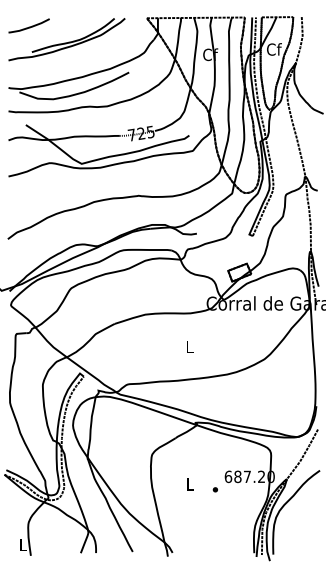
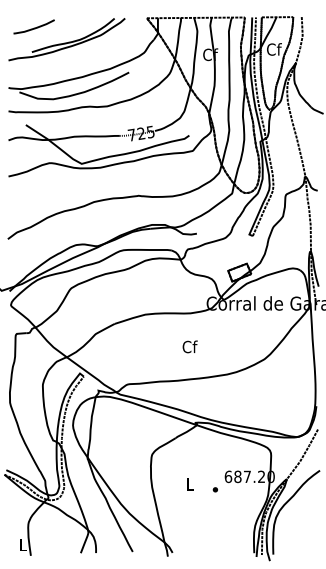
curve at (29, 26) position: (29, 26) -> (34, 27)
text at (189, 346): L -> Cf
